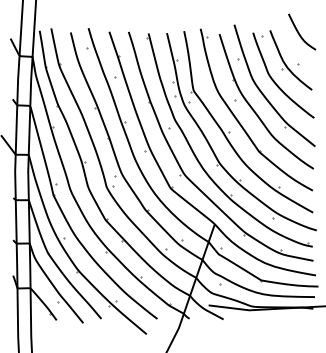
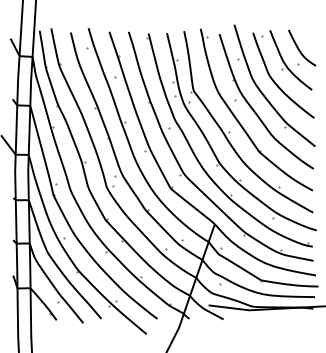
curve at (299, 32) position: (299, 32) -> (299, 48)
